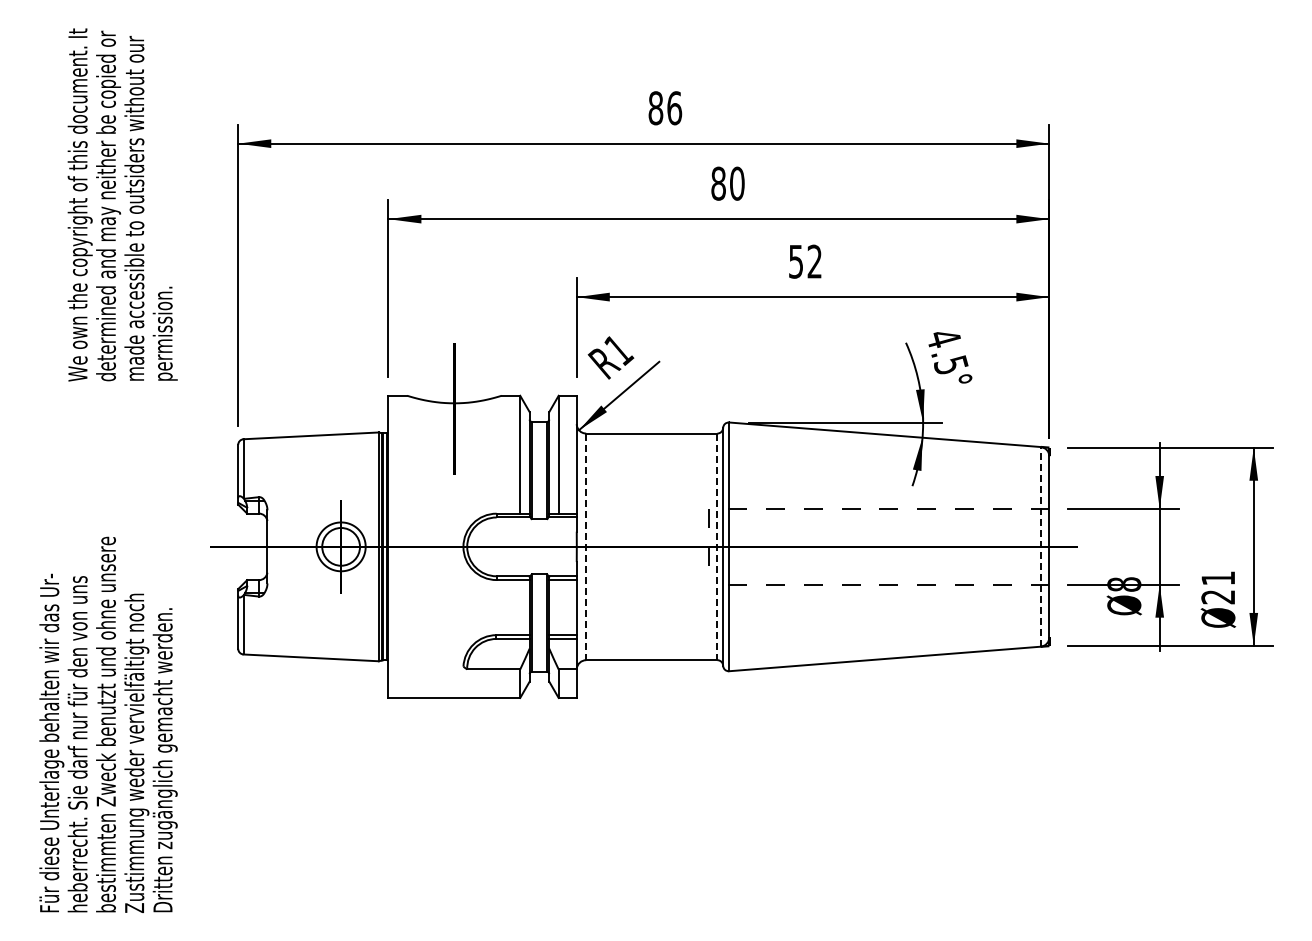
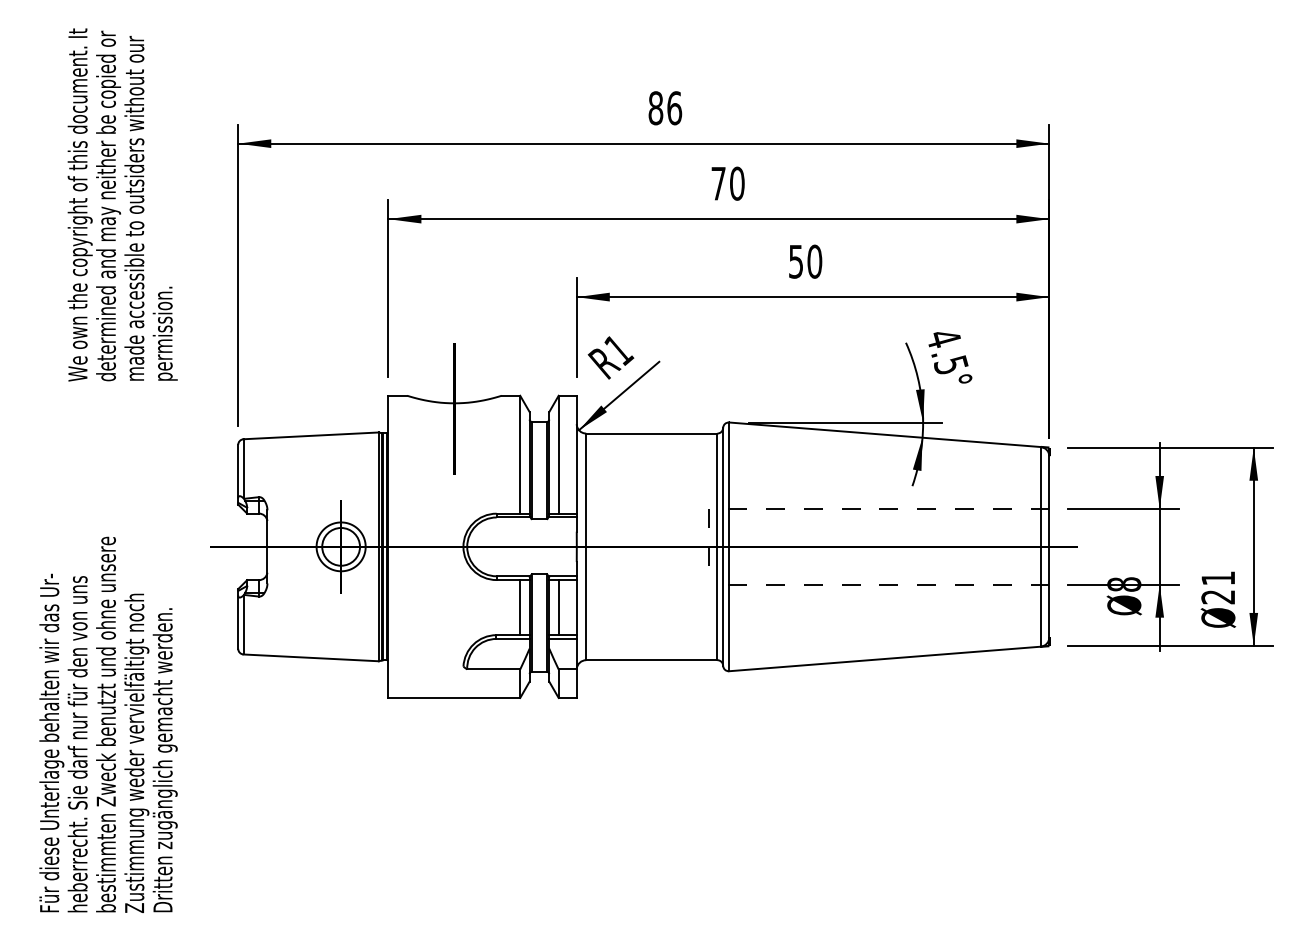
text at (718, 183): 80 -> 70
text at (814, 261): 52 -> 50
line at (1040, 546): dashed -> solid
line at (586, 547): dashed -> solid
line at (717, 547): dashed -> solid
line at (520, 607): none -> present
line at (558, 607): none -> present
